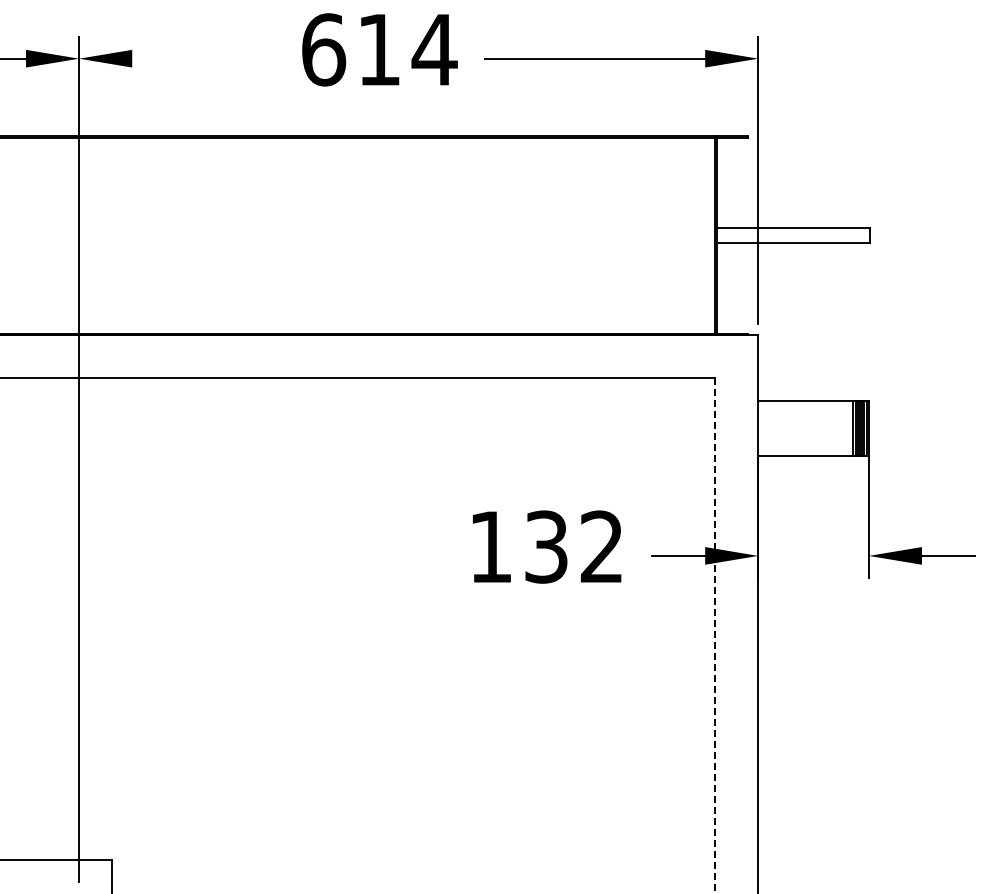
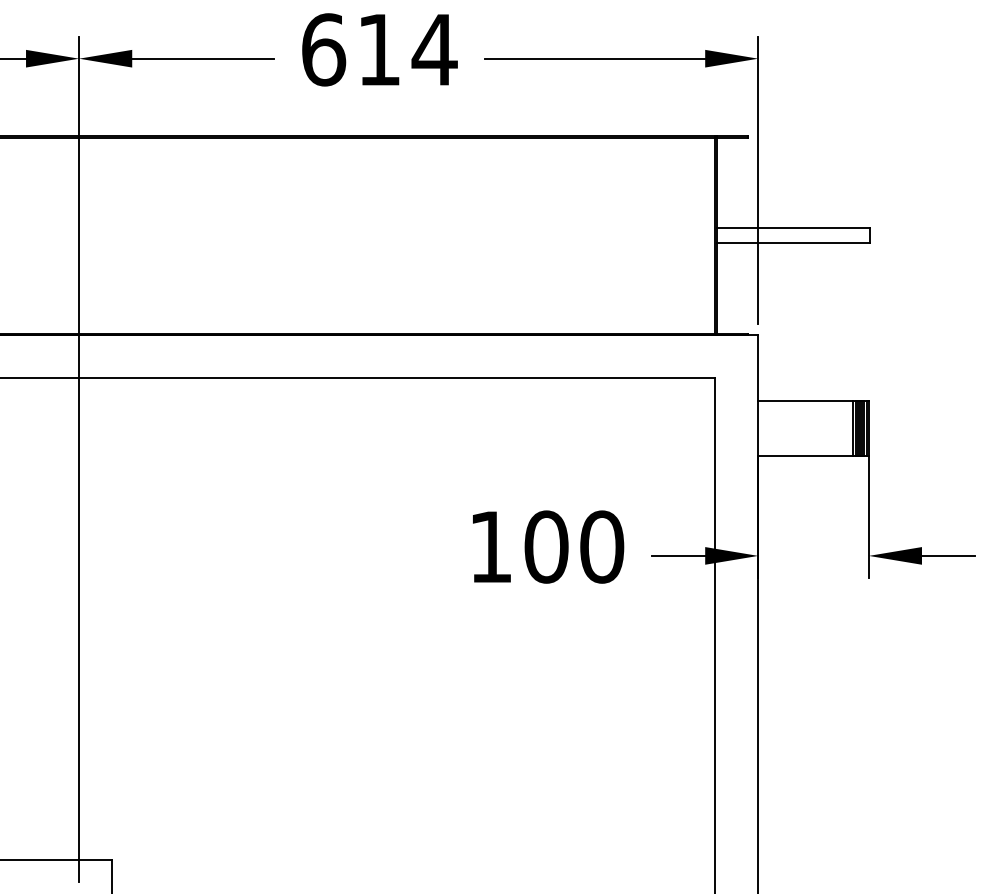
line at (202, 58): none -> present
text at (574, 546): 132 -> 100
line at (715, 636): dashed -> solid
